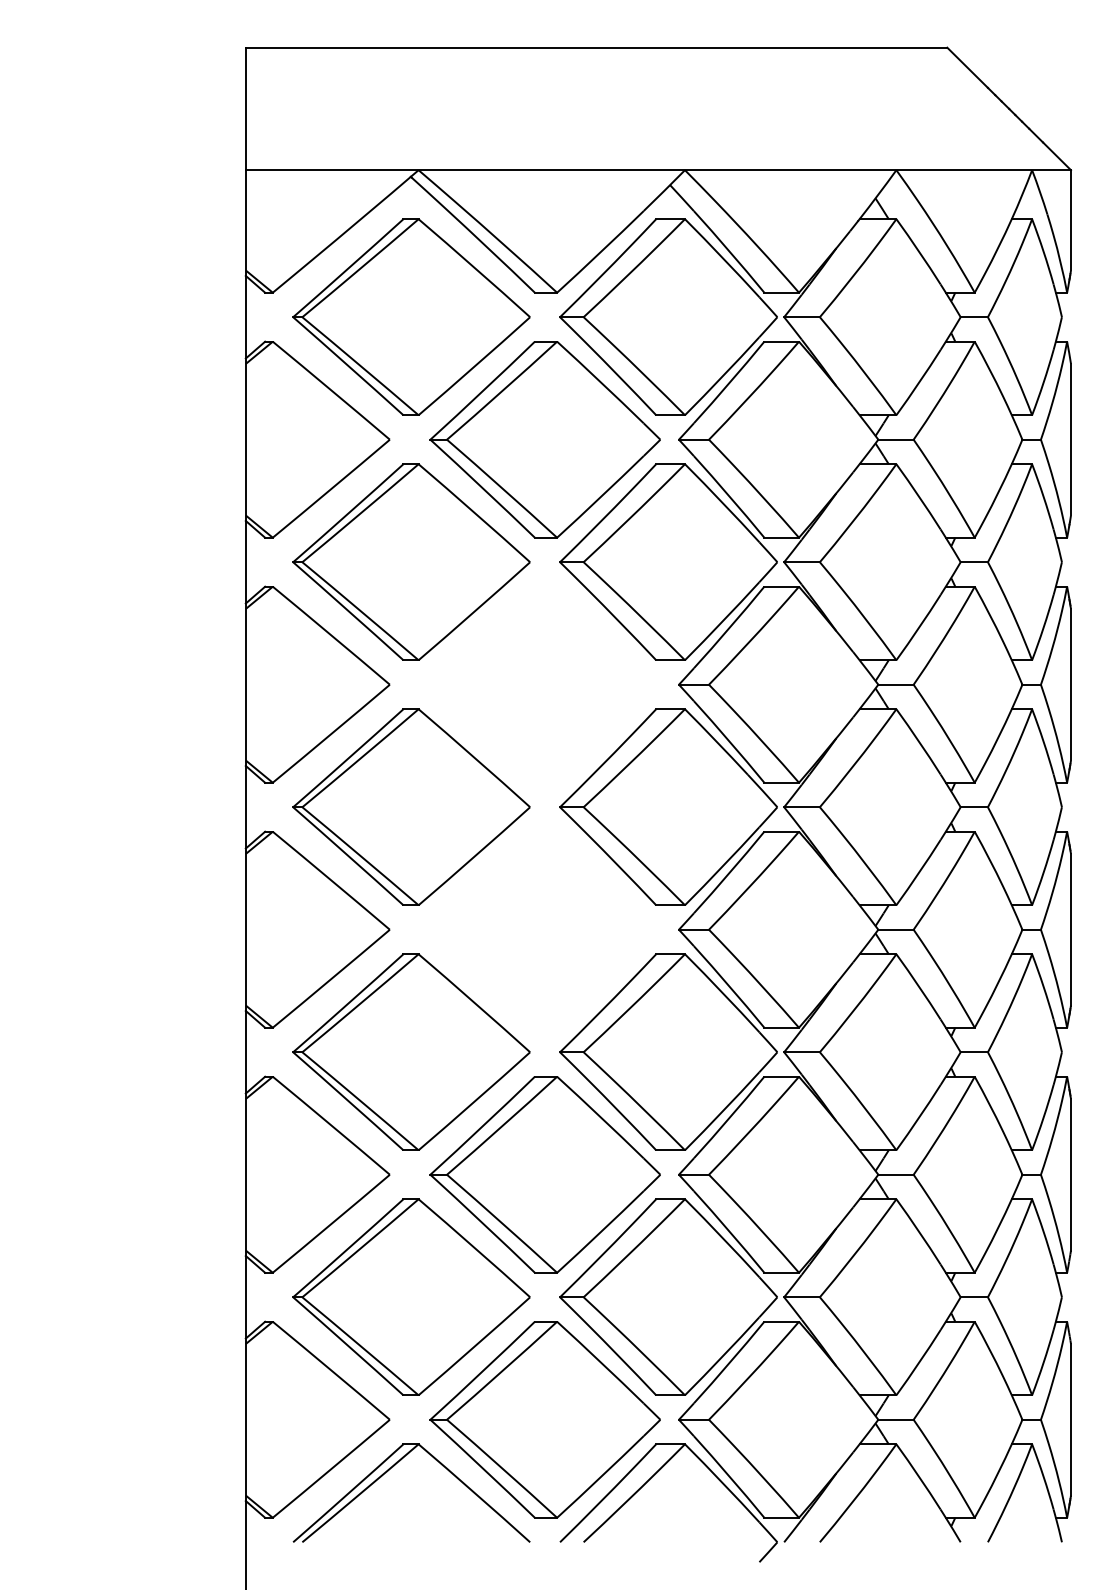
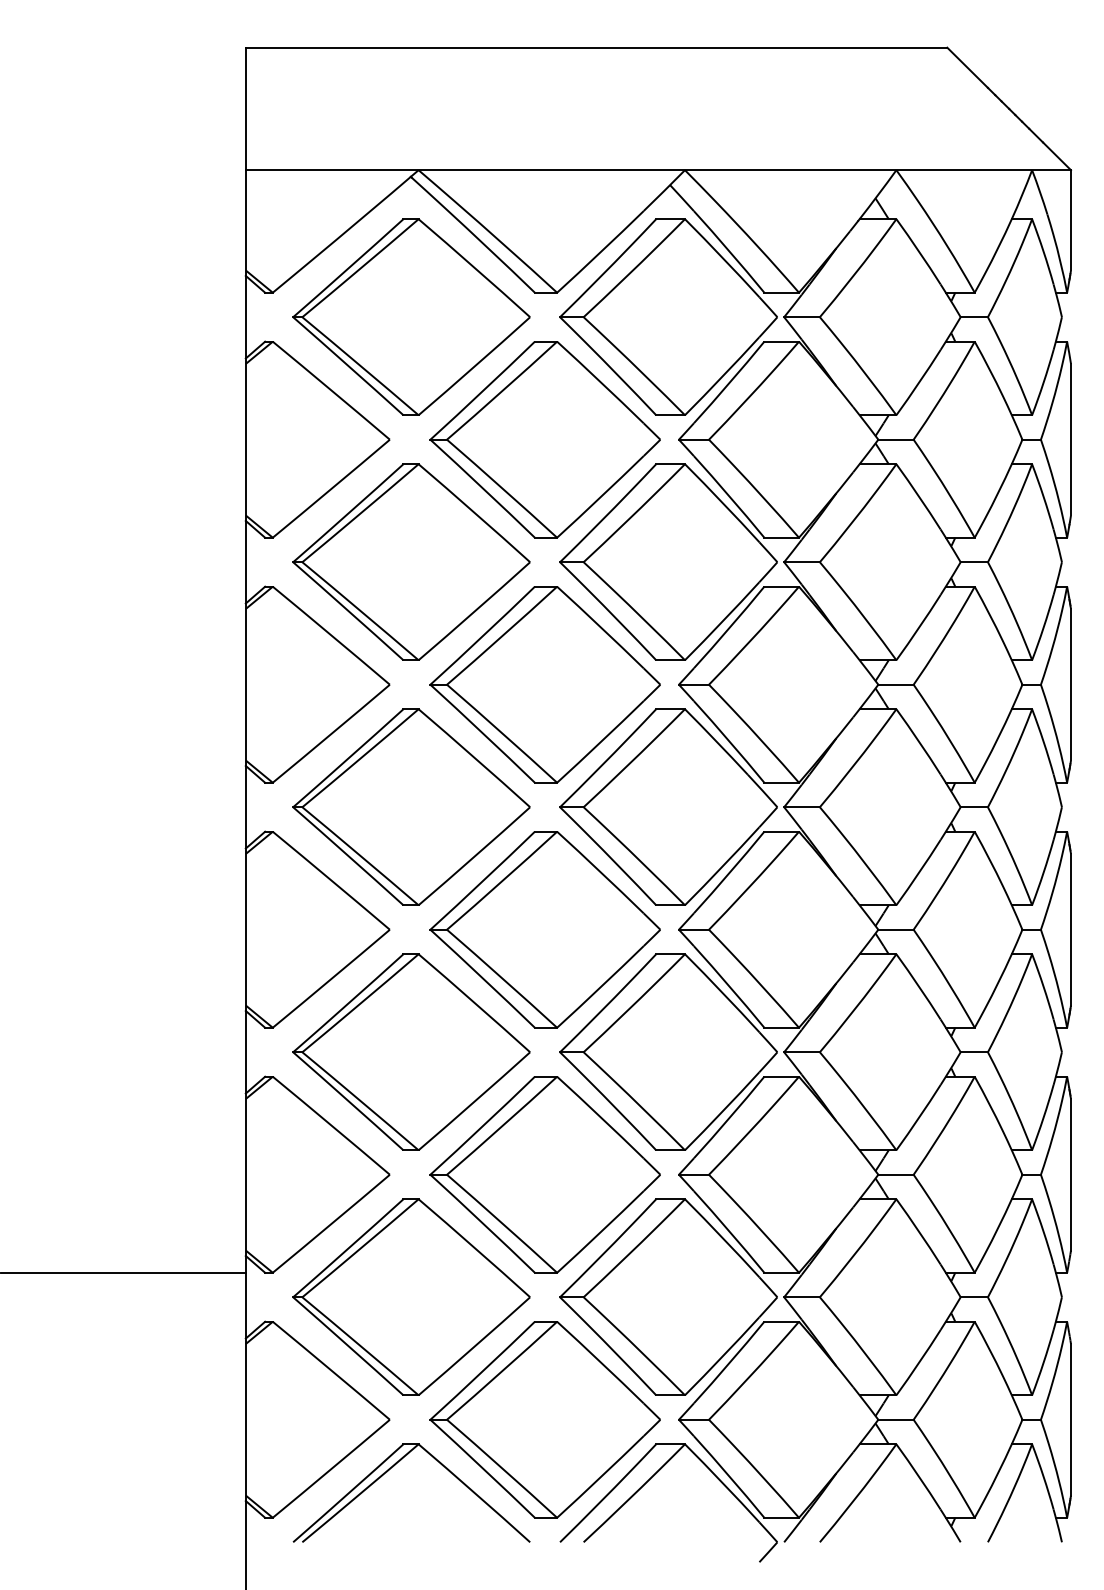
part at (544, 684): none -> present
part at (544, 929): none -> present
line at (123, 1272): none -> present
